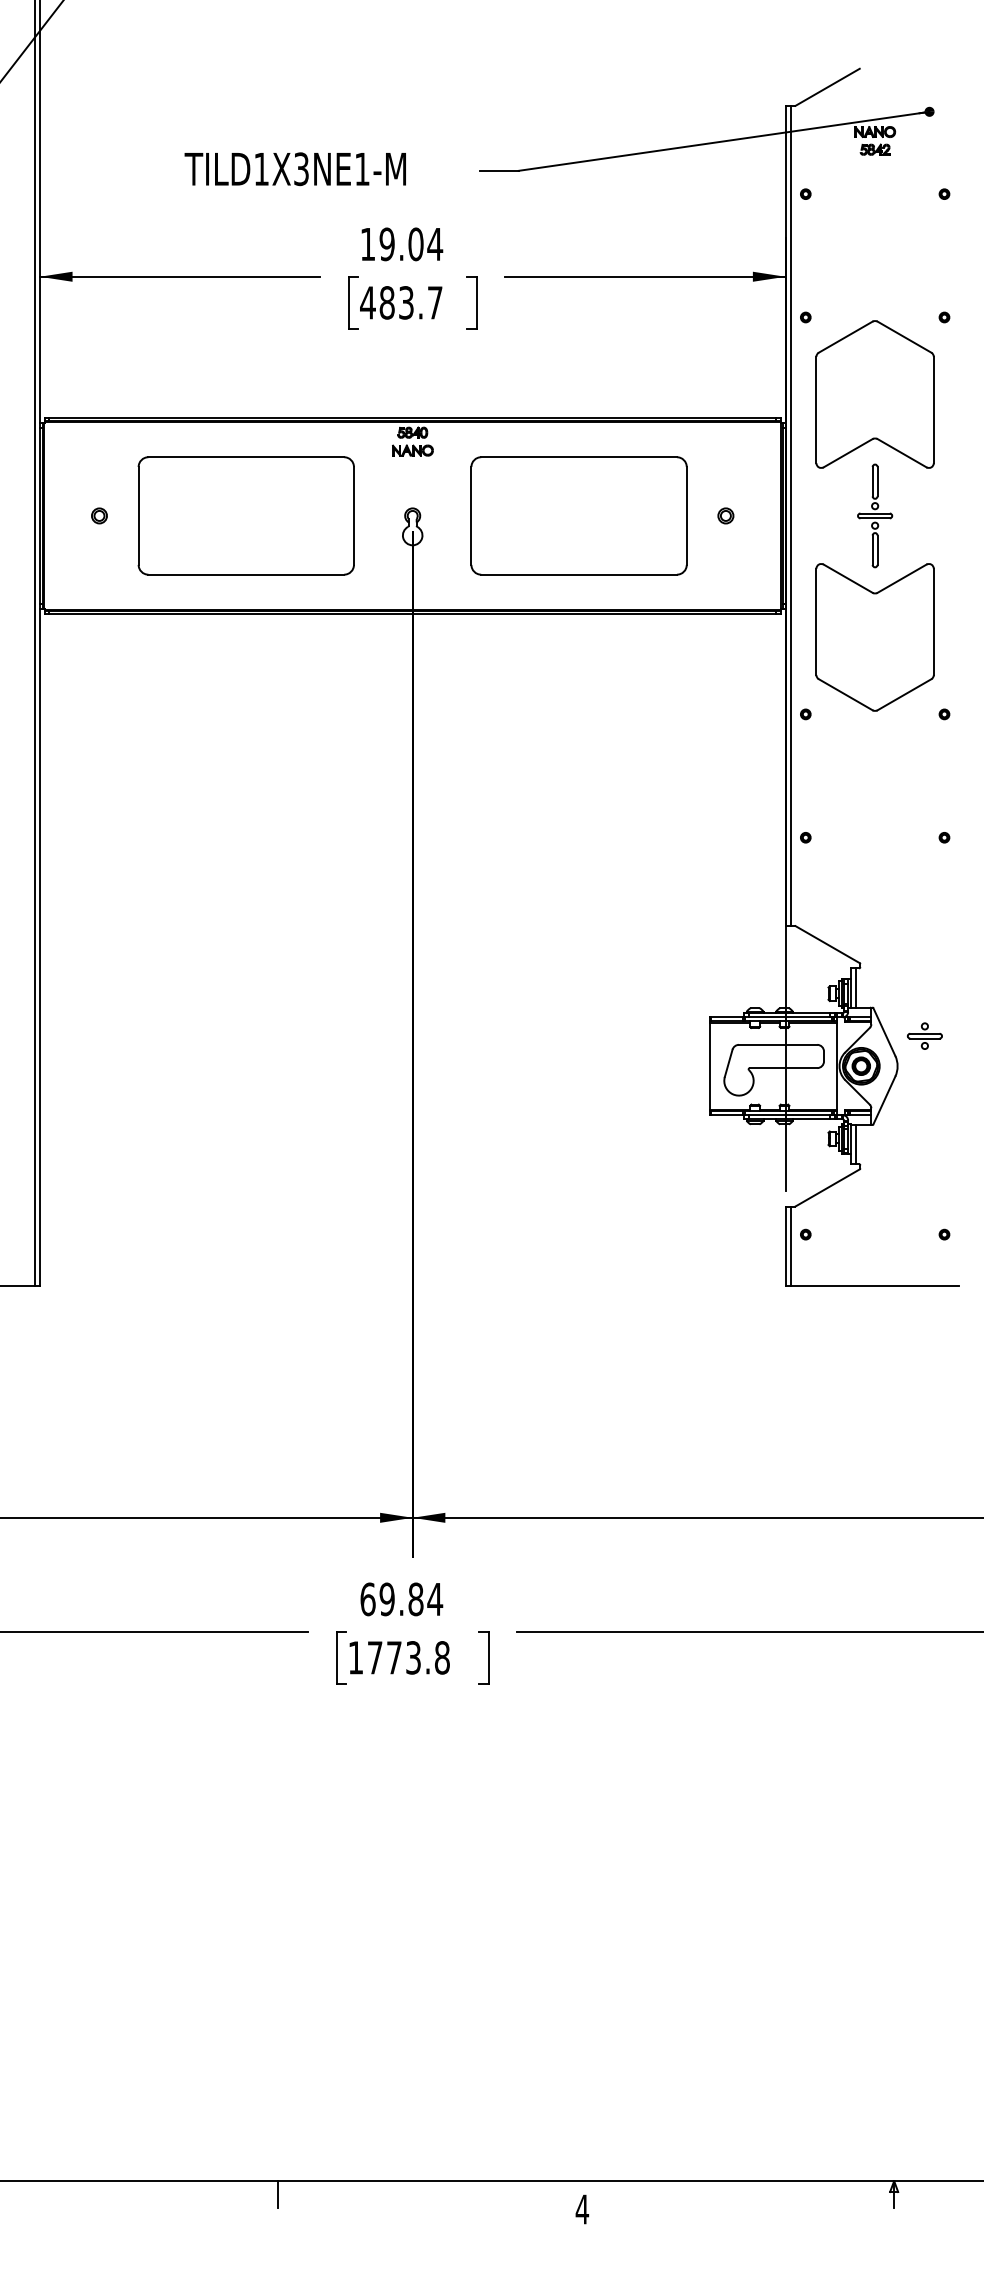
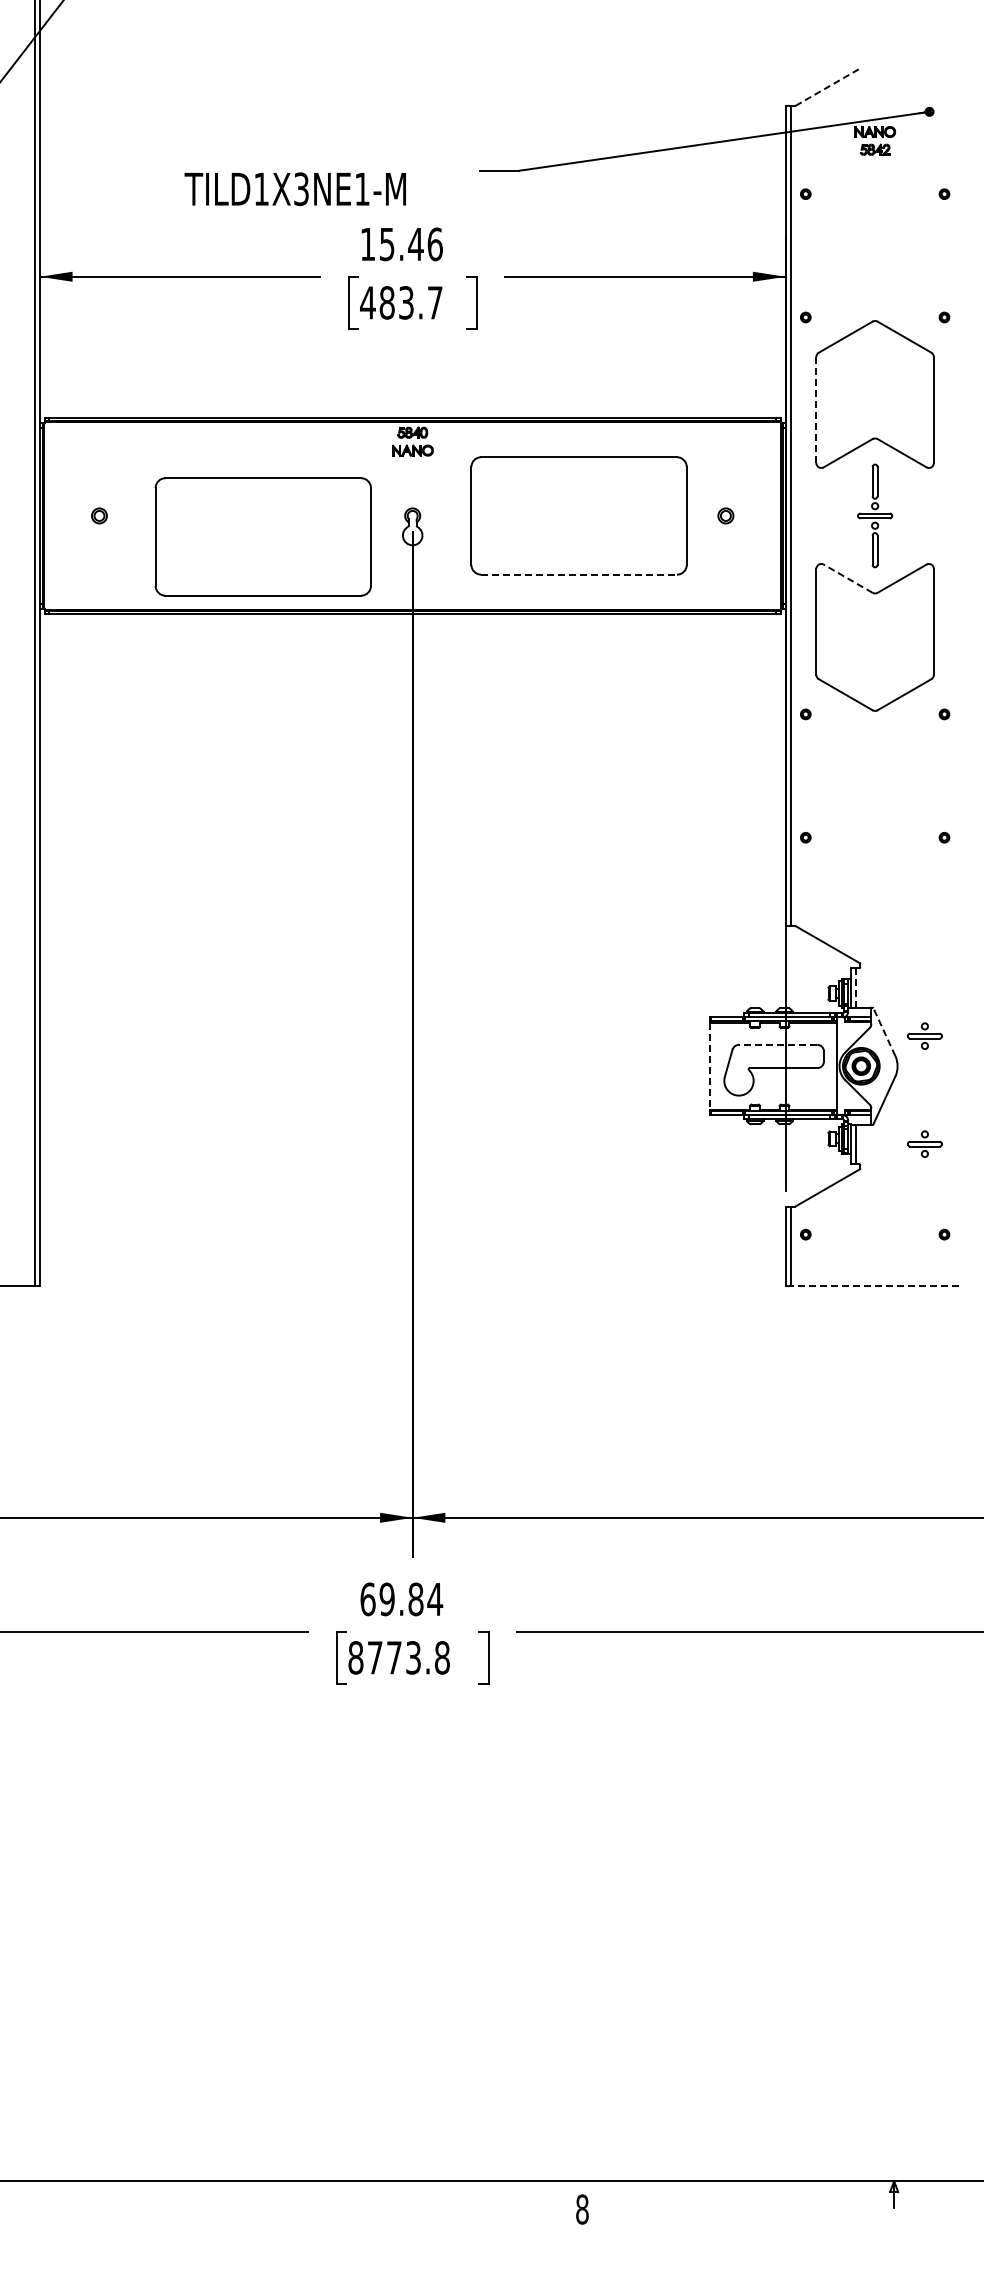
line at (828, 87): solid -> dashed
text at (294, 169) position: (294, 169) -> (294, 189)
text at (411, 244): 19.04 -> 15.46
line at (816, 410): solid -> dashed
part at (245, 515) position: (245, 515) -> (262, 536)
line at (579, 574): solid -> dashed
line at (847, 578): solid -> dashed
line at (855, 987): solid -> dashed
line at (884, 1031): solid -> dashed
line at (777, 1044): solid -> dashed
line at (709, 1066): solid -> dashed
part at (924, 1143): none -> present
line at (874, 1286): solid -> dashed
text at (355, 1657): 1773.8 -> 8773.8
line at (277, 2194): present -> none
text at (582, 2209): 4 -> 8
